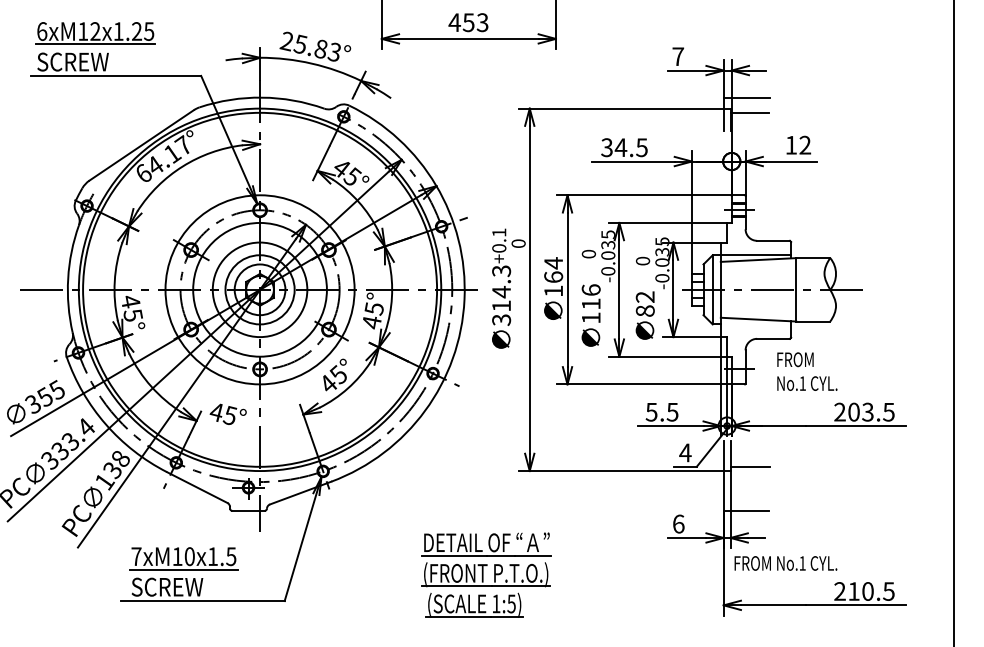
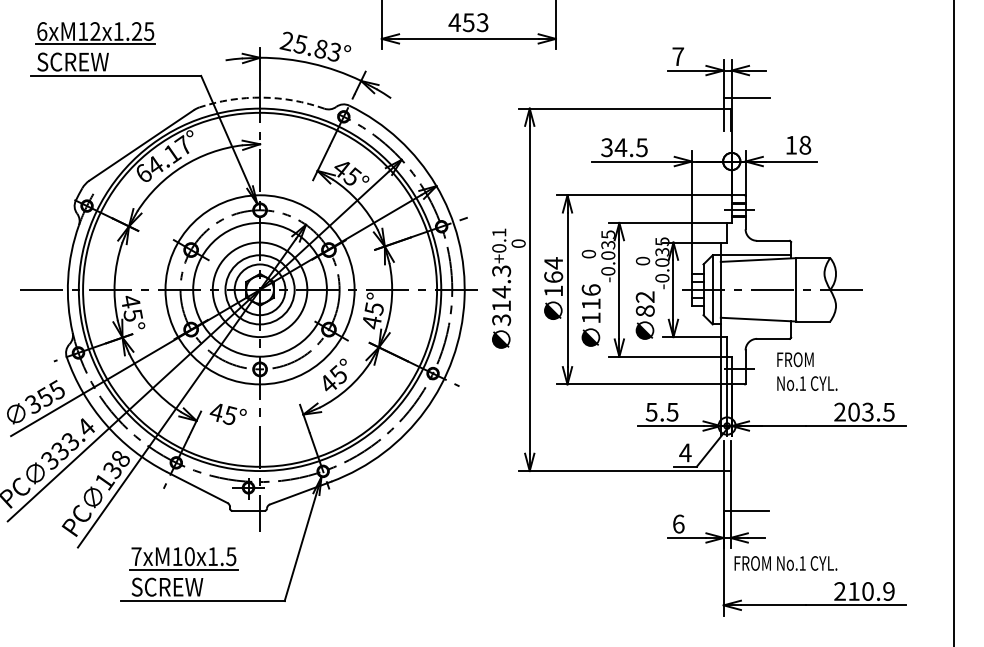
arc at (262, 97): solid -> dashed
line at (749, 112): present -> none
text at (805, 144): 12 -> 18
line at (750, 466): present -> none
part at (486, 574): present -> none
text at (888, 591): 210.5 -> 210.9
